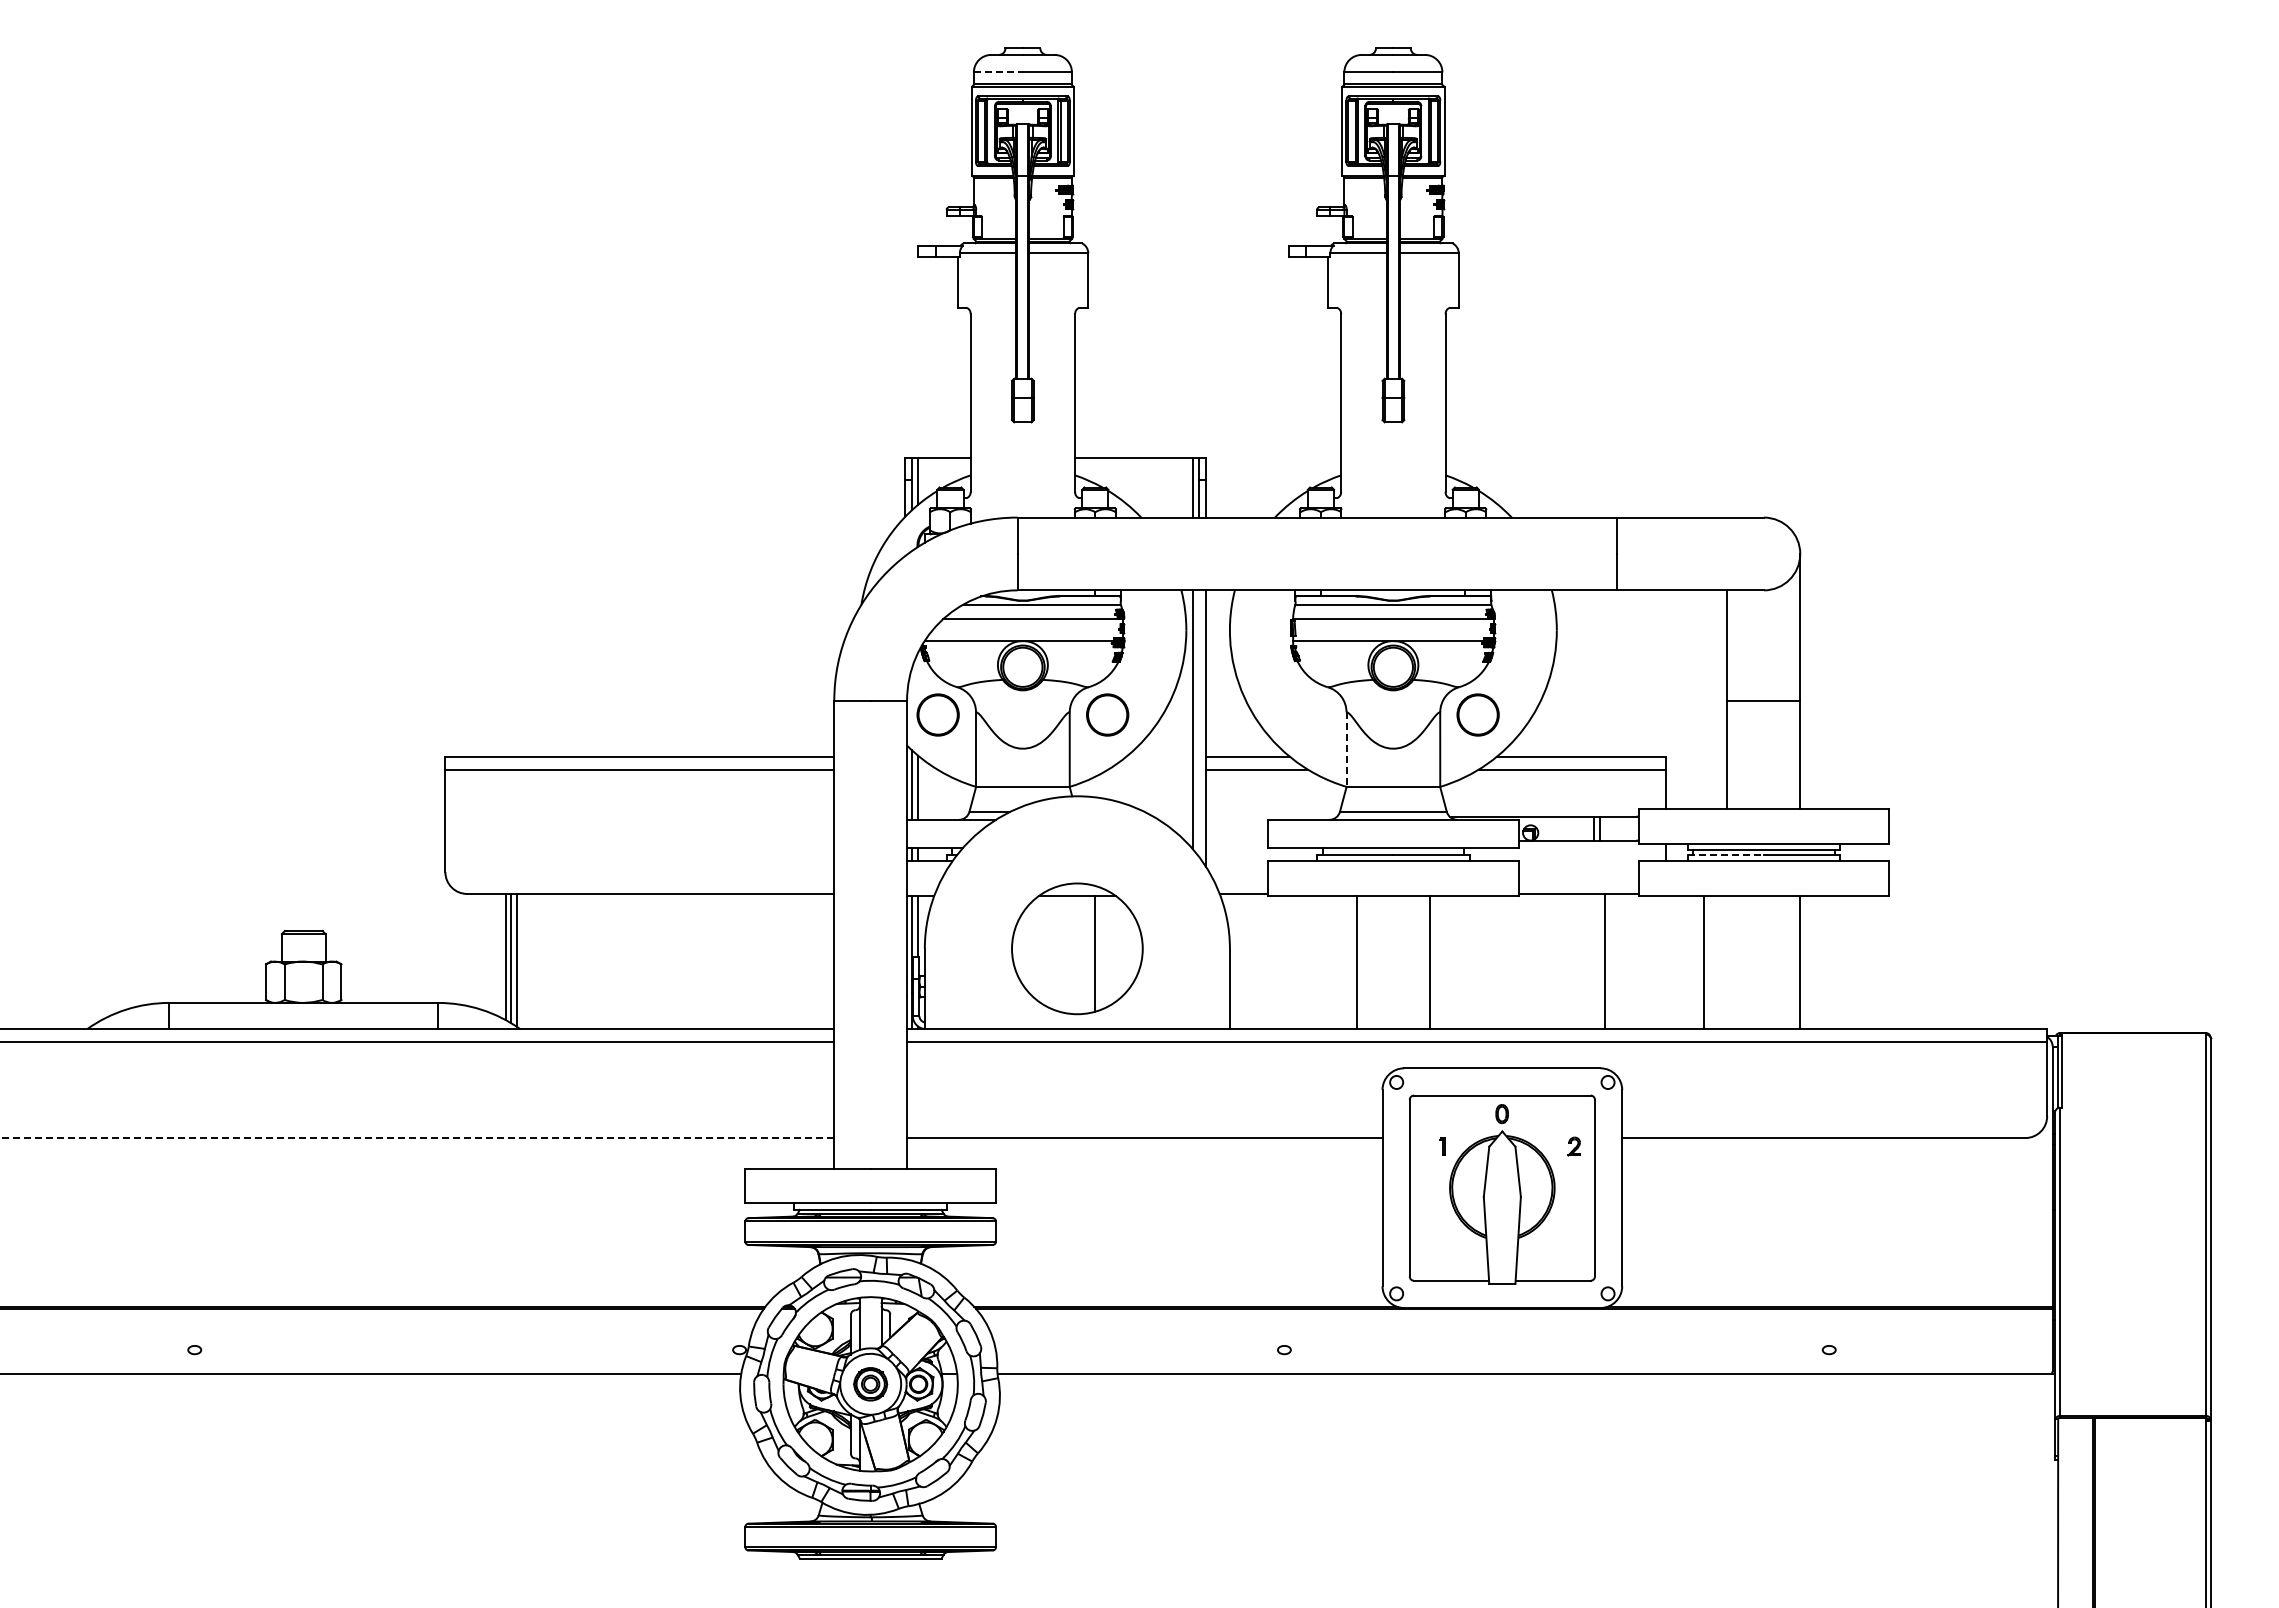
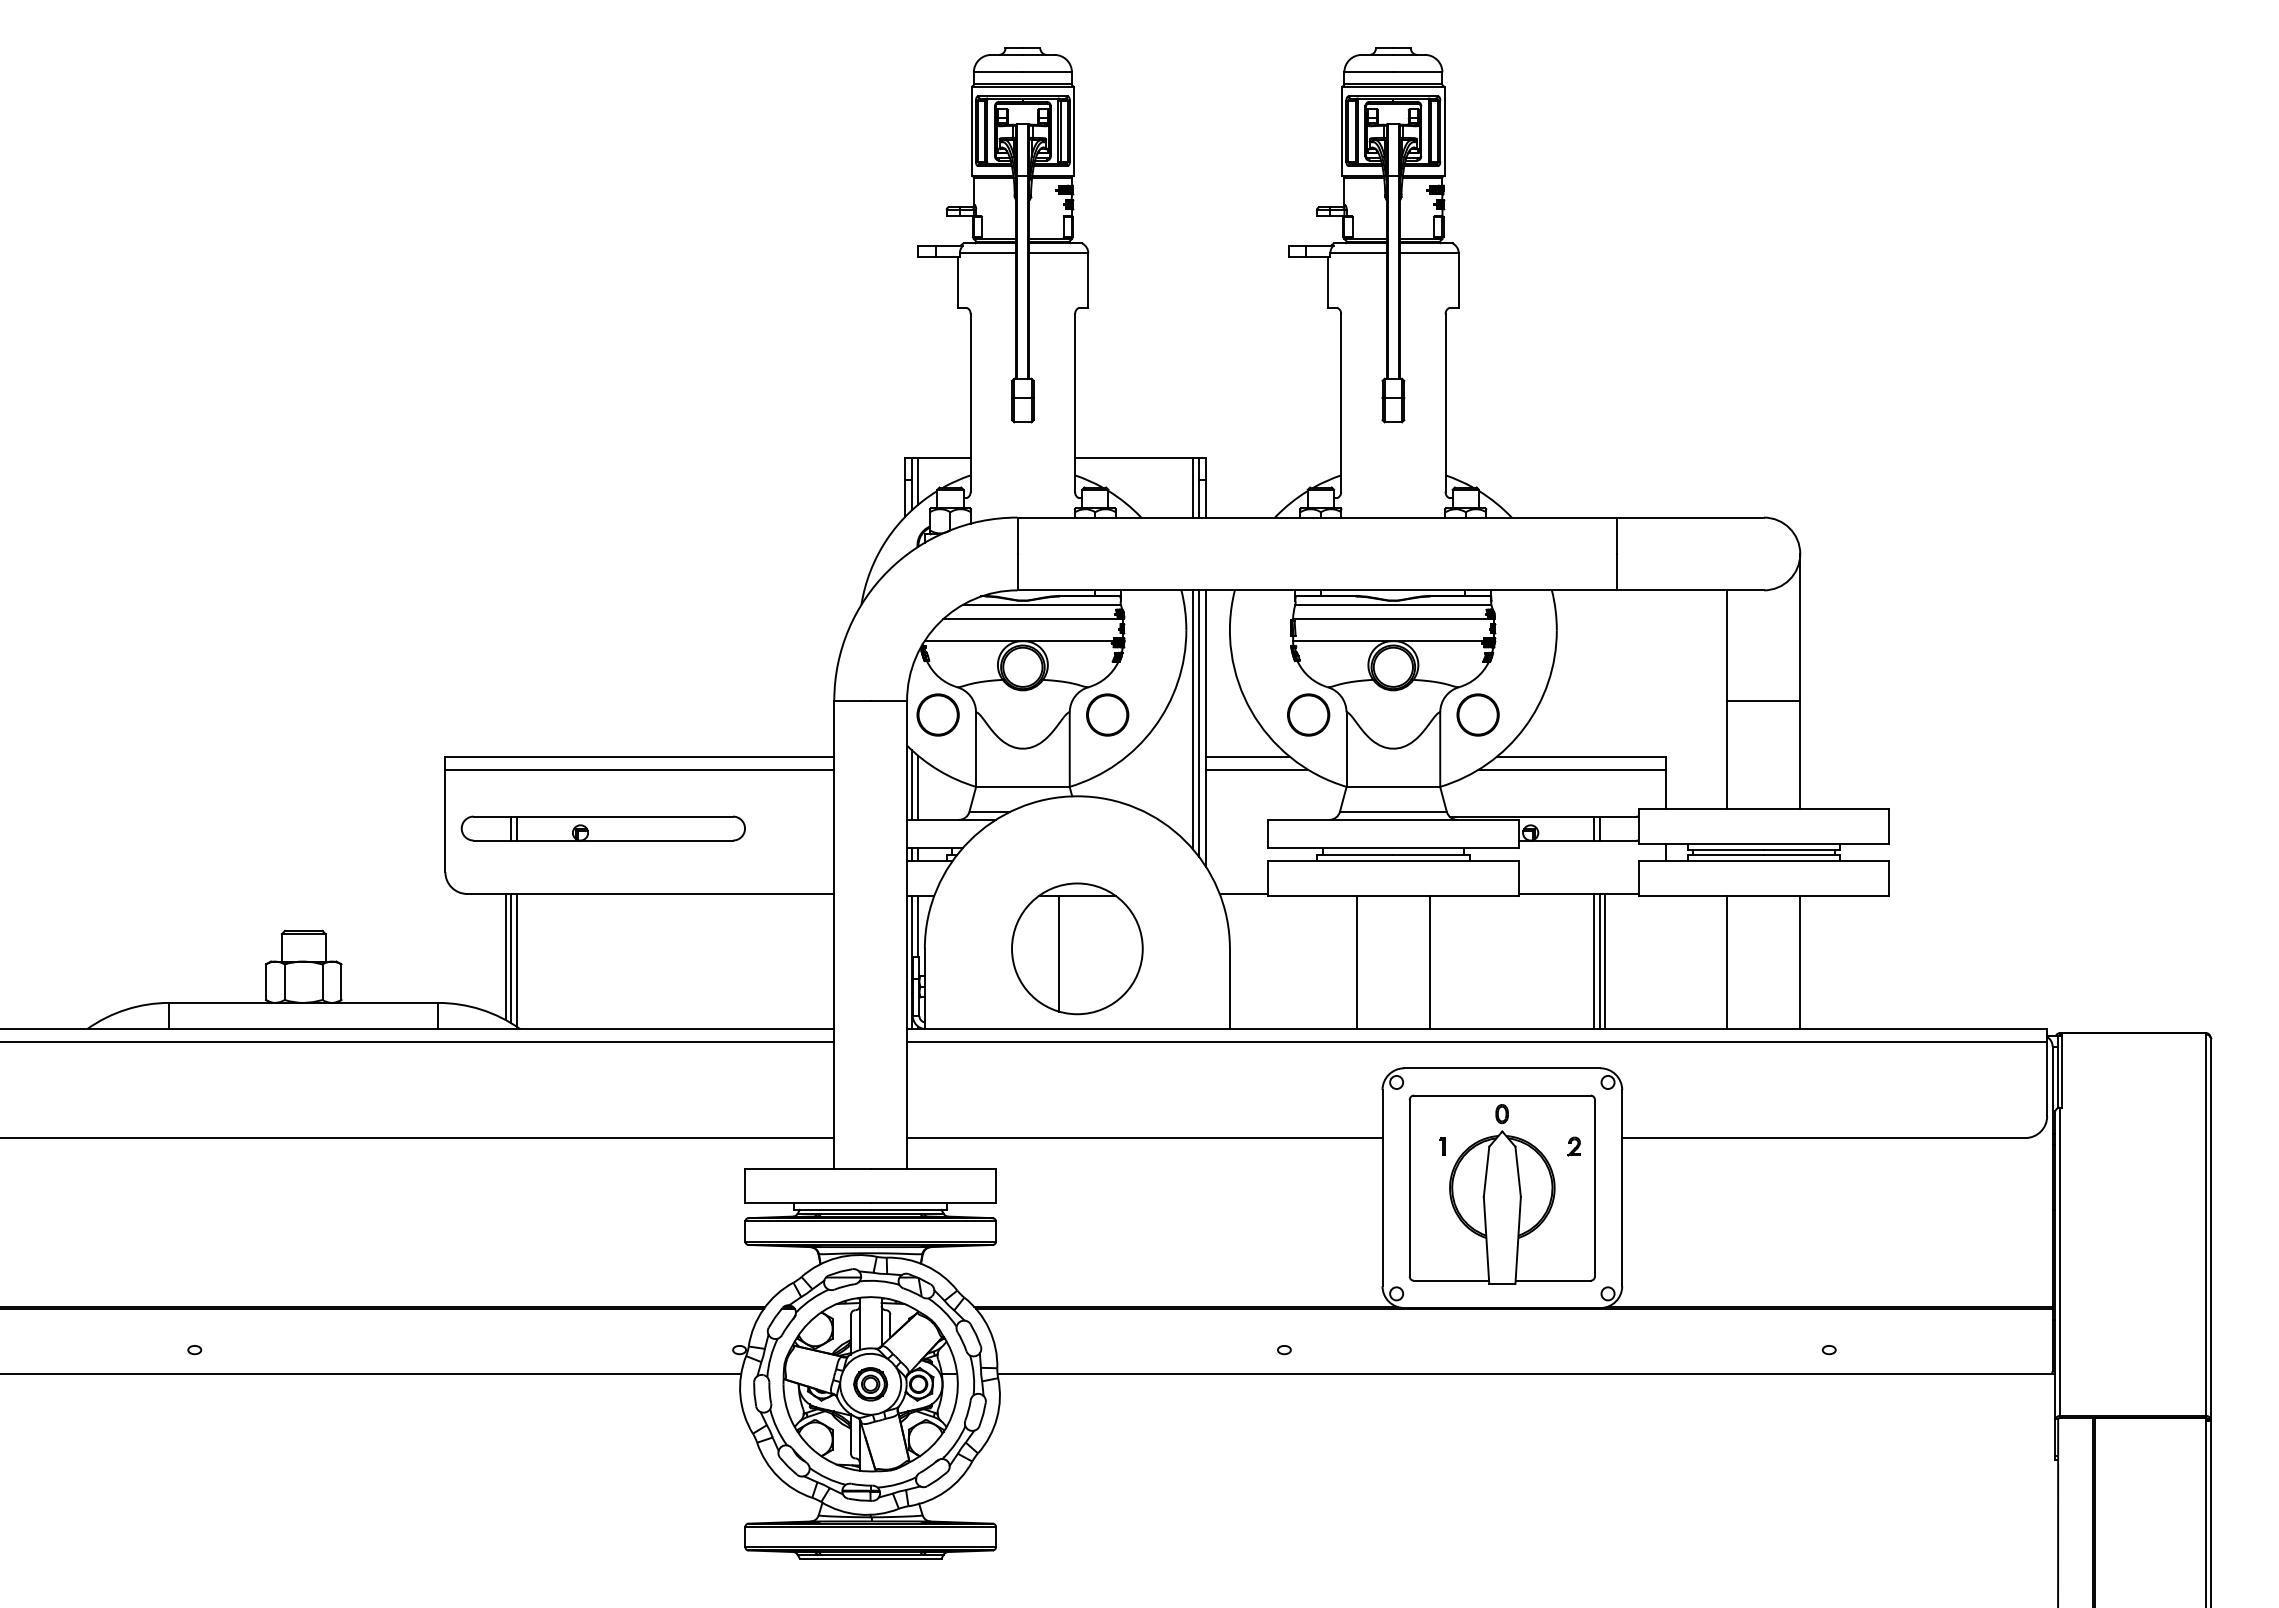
line at (998, 72): dashed -> solid
circle at (1308, 714): none -> present
line at (1199, 723): none -> present
line at (1346, 750): dashed -> solid
part at (602, 828): none -> present
line at (1726, 854): dashed -> solid
line at (1095, 953) position: (1095, 953) -> (1059, 953)
line at (1593, 961): none -> present
line at (1600, 961): none -> present
line at (1704, 962) position: (1704, 962) -> (1727, 962)
line at (417, 1138): dashed -> solid
